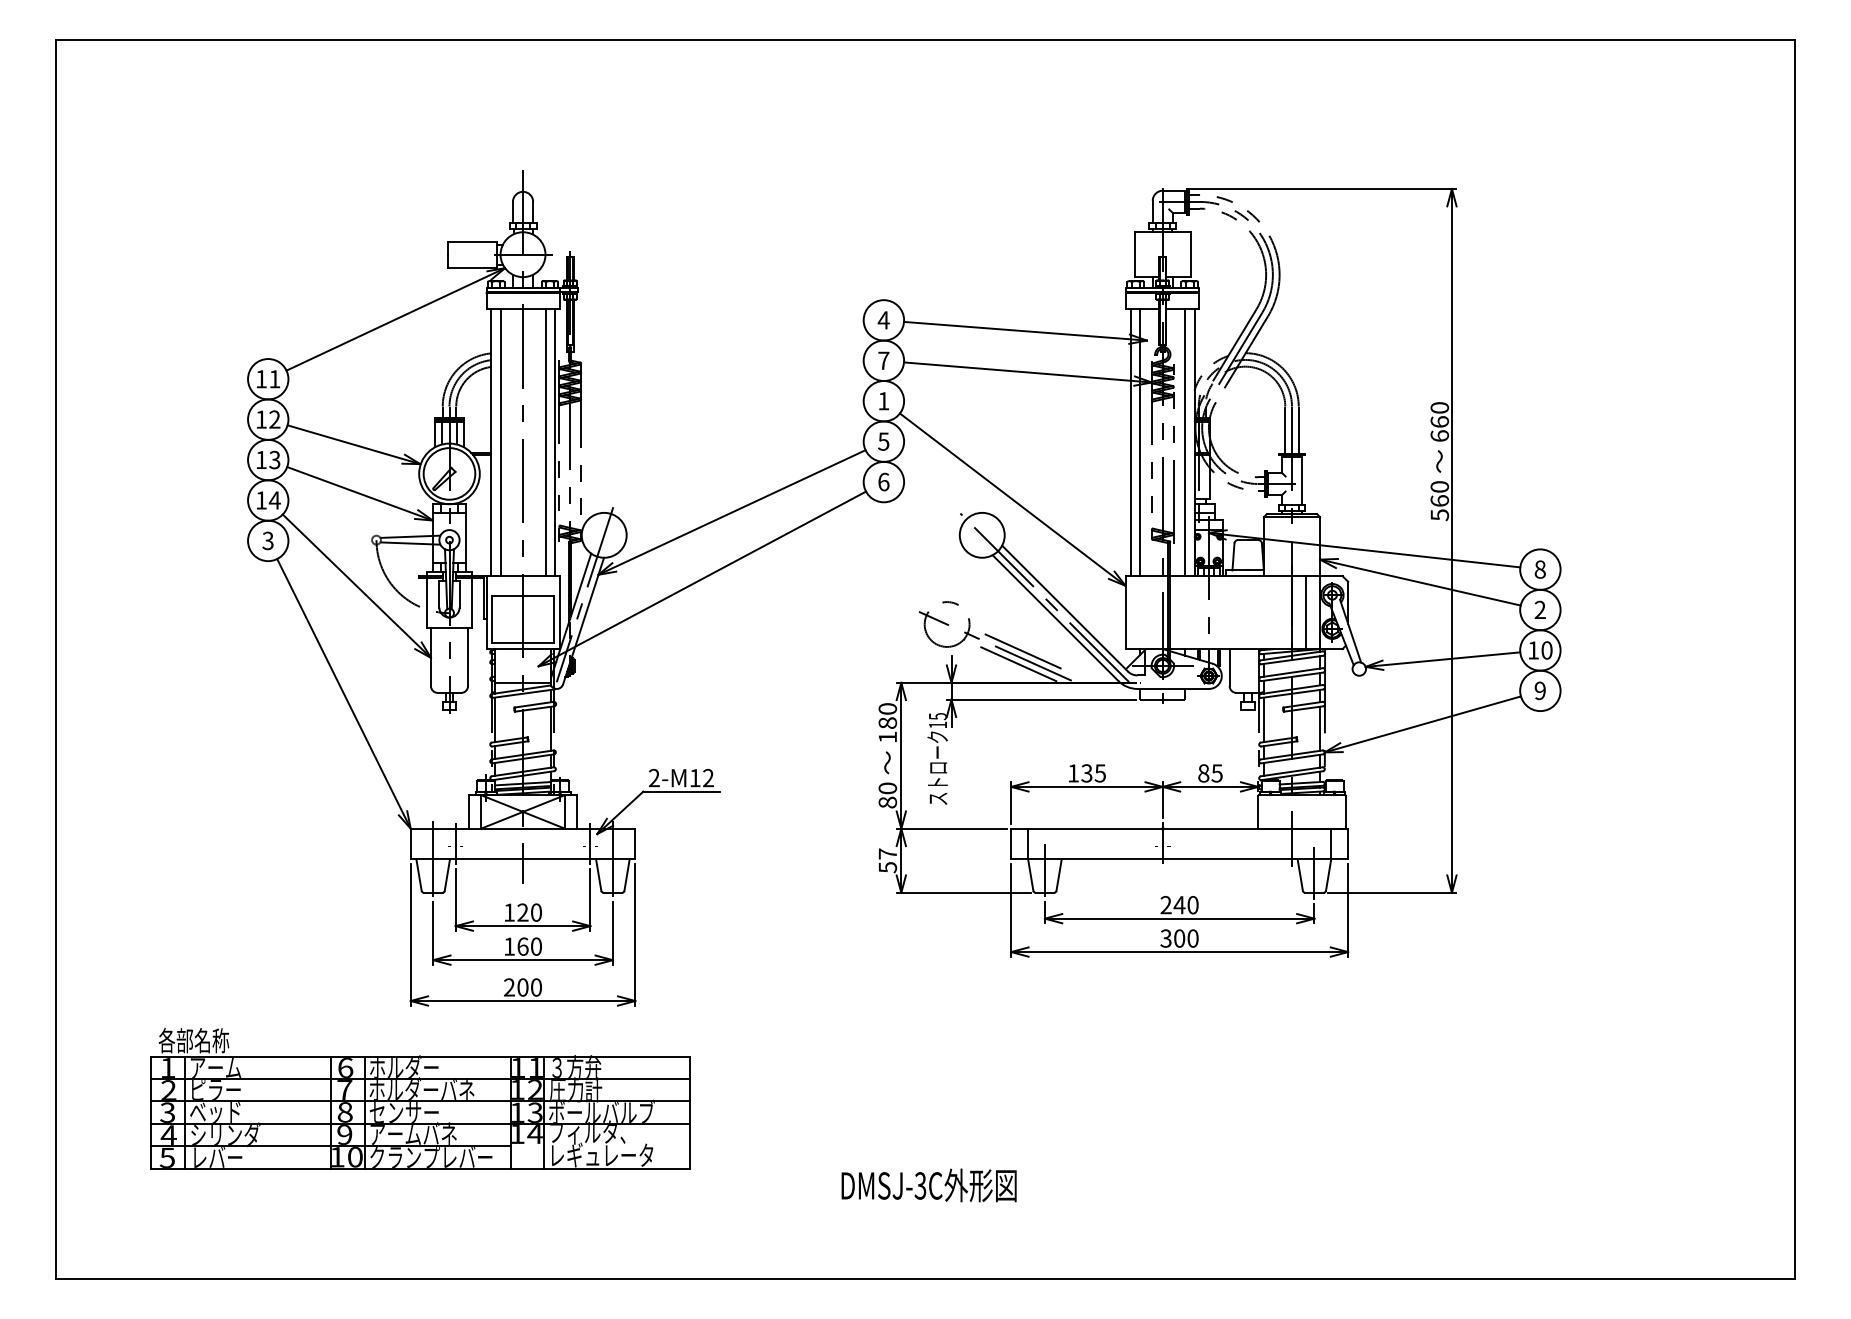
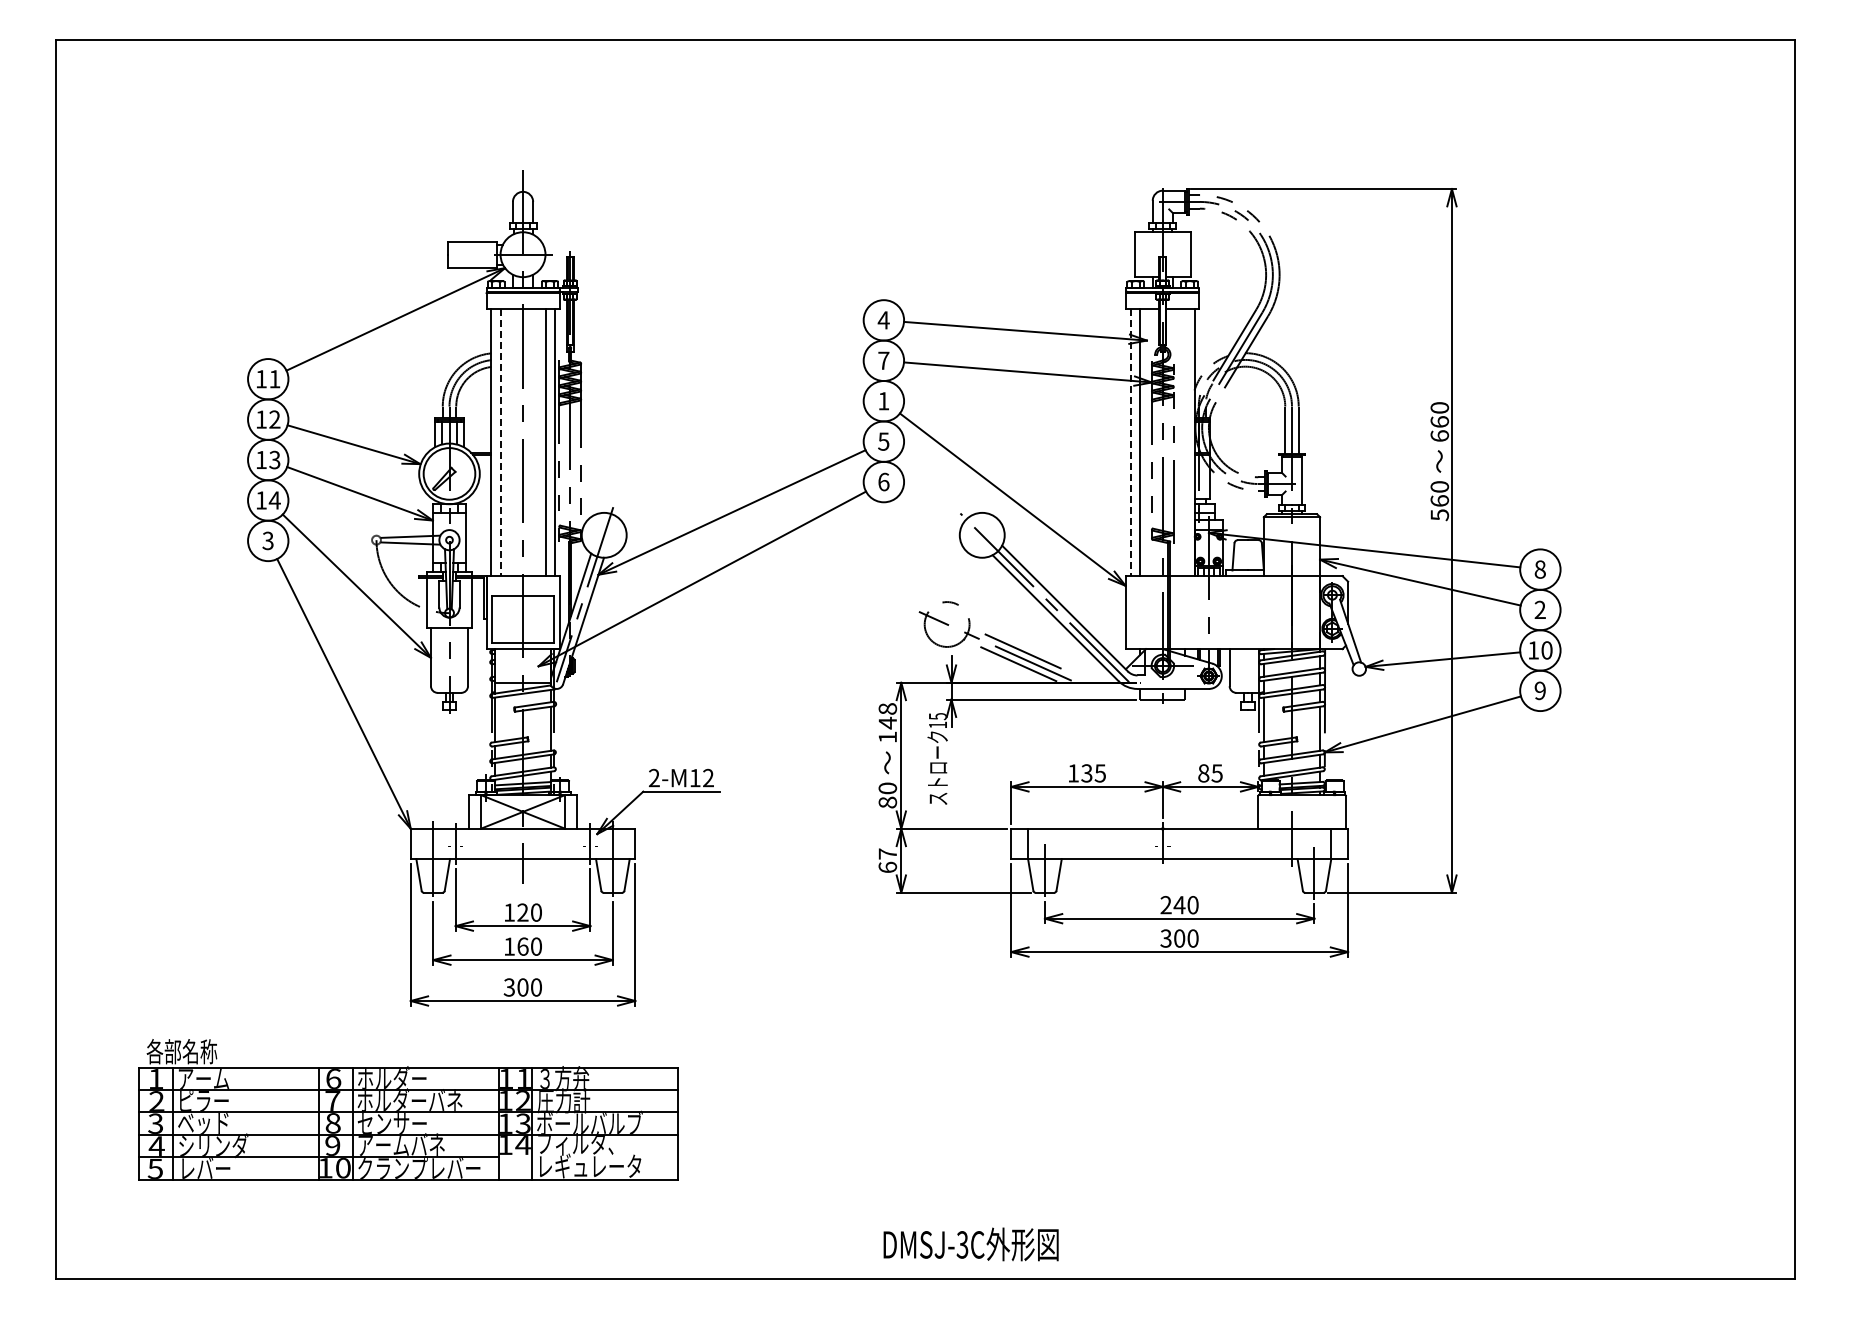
line at (500, 442): solid -> dashed
line at (1131, 442): solid -> dashed
line at (1185, 442): present -> none
line at (1306, 612): present -> none
text at (887, 716): 180 -> 148
text at (887, 867): 57 -> 67
text at (509, 987): 200 -> 300
part at (420, 1098) position: (420, 1098) -> (408, 1109)
text at (928, 1185) position: (928, 1185) -> (970, 1244)
